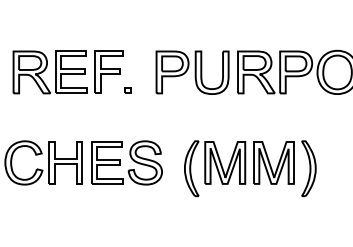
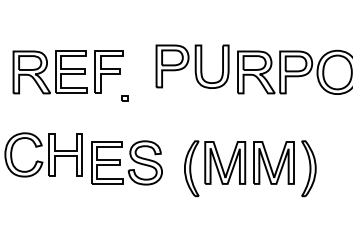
part at (192, 72) position: (192, 72) -> (192, 66)
part at (127, 90) position: (127, 90) -> (124, 98)
part at (43, 162) position: (43, 162) -> (43, 154)
